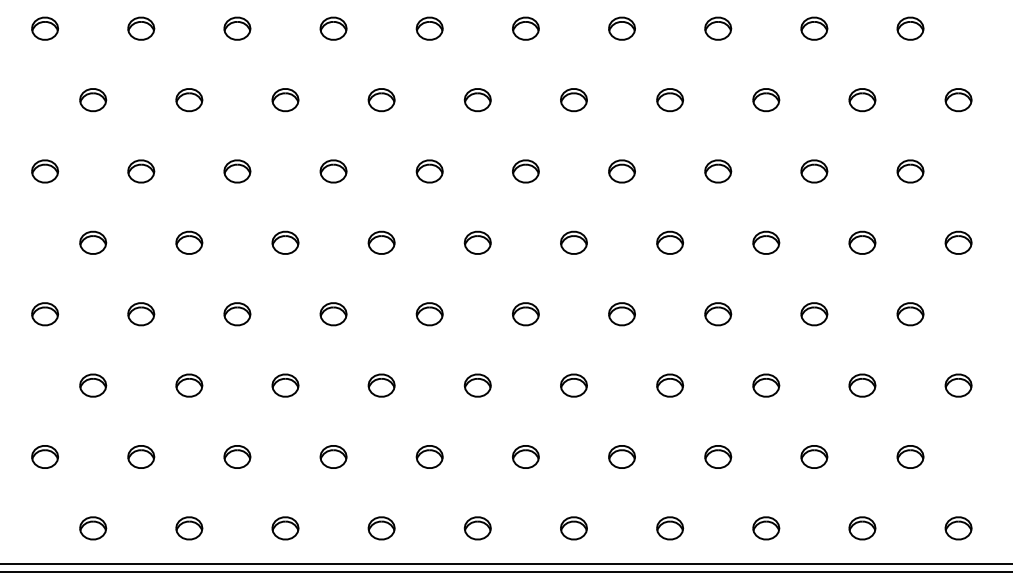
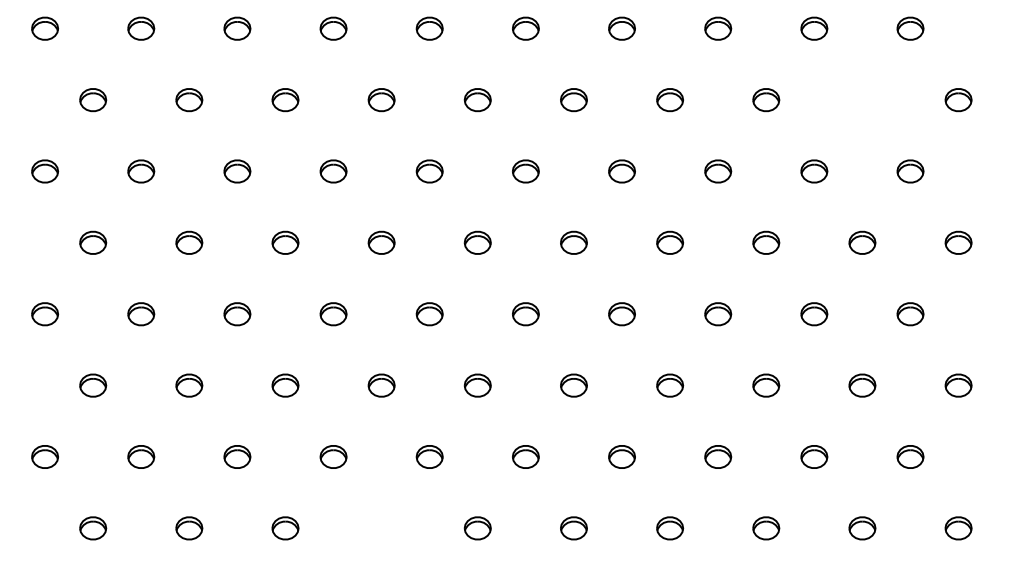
part at (862, 100): present -> none
part at (381, 528): present -> none
line at (505, 564): present -> none
line at (505, 571): present -> none
